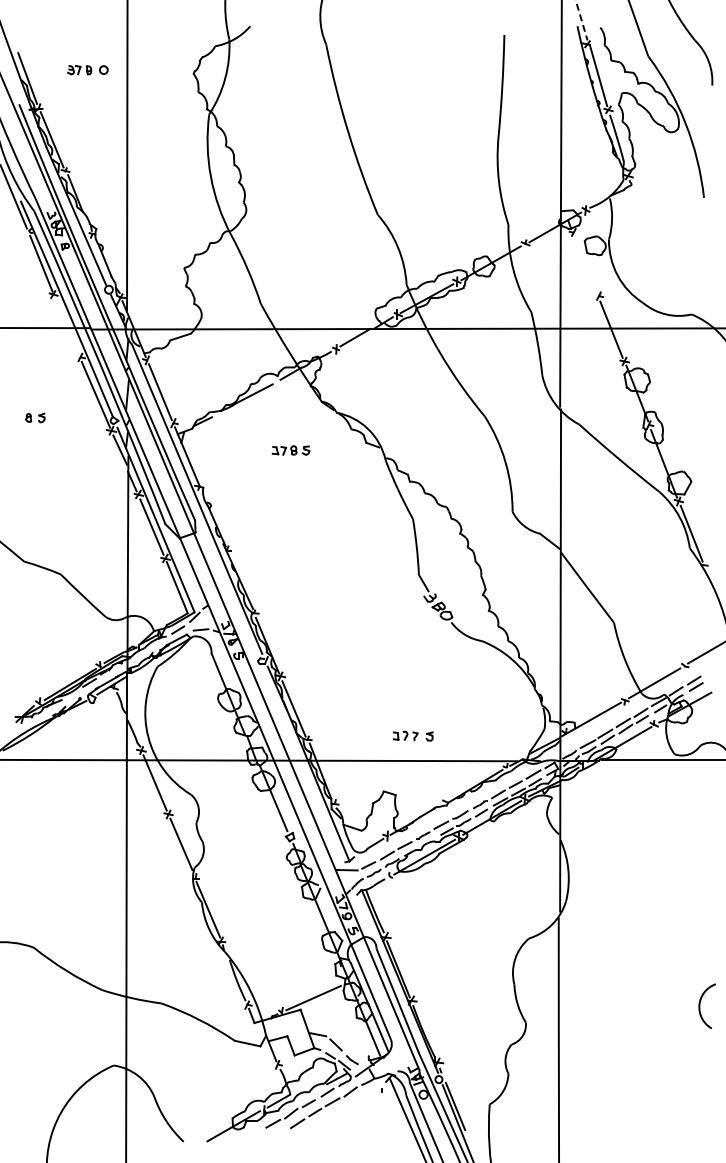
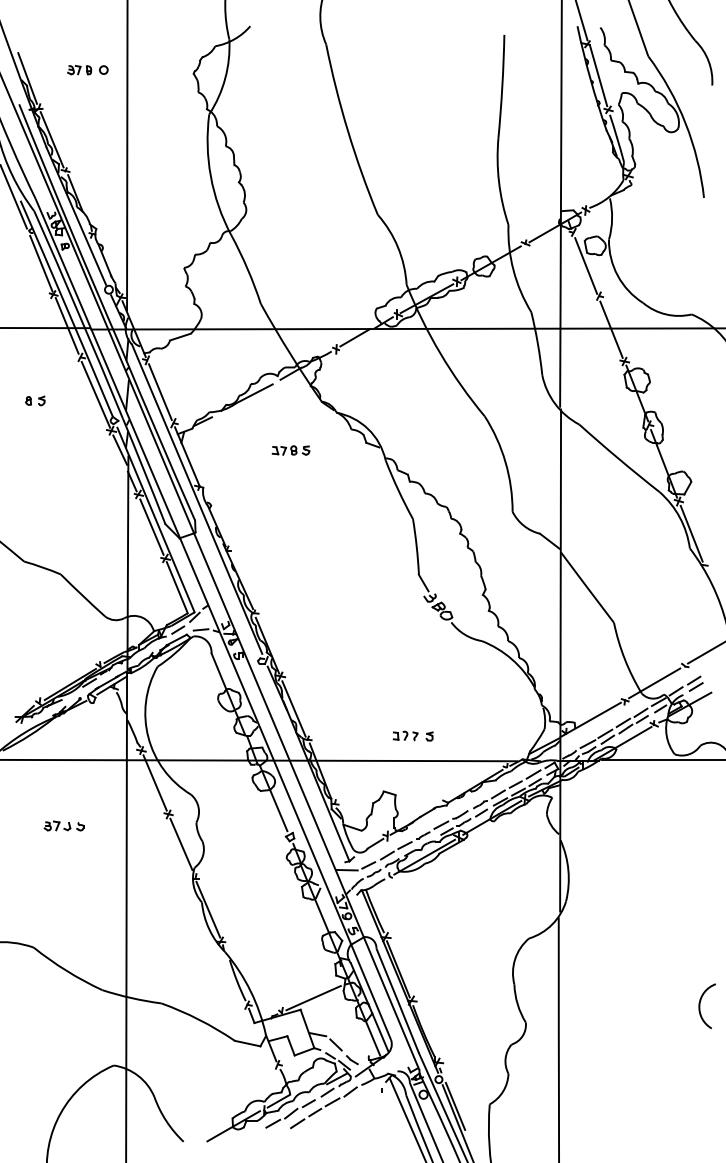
line at (581, 20): dashed -> solid
line at (586, 265): none -> present
line at (66, 325): none -> present
part at (35, 417) position: (35, 417) -> (35, 400)
part at (63, 825): none -> present
